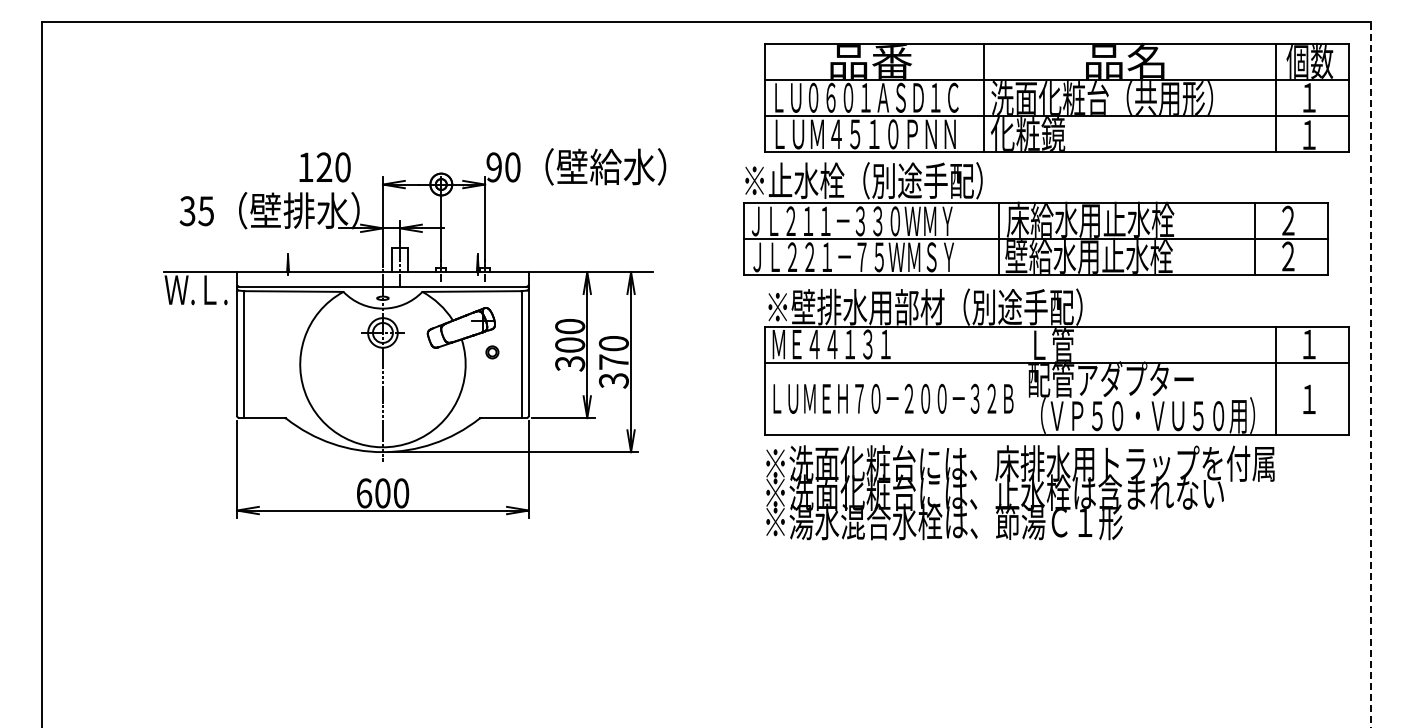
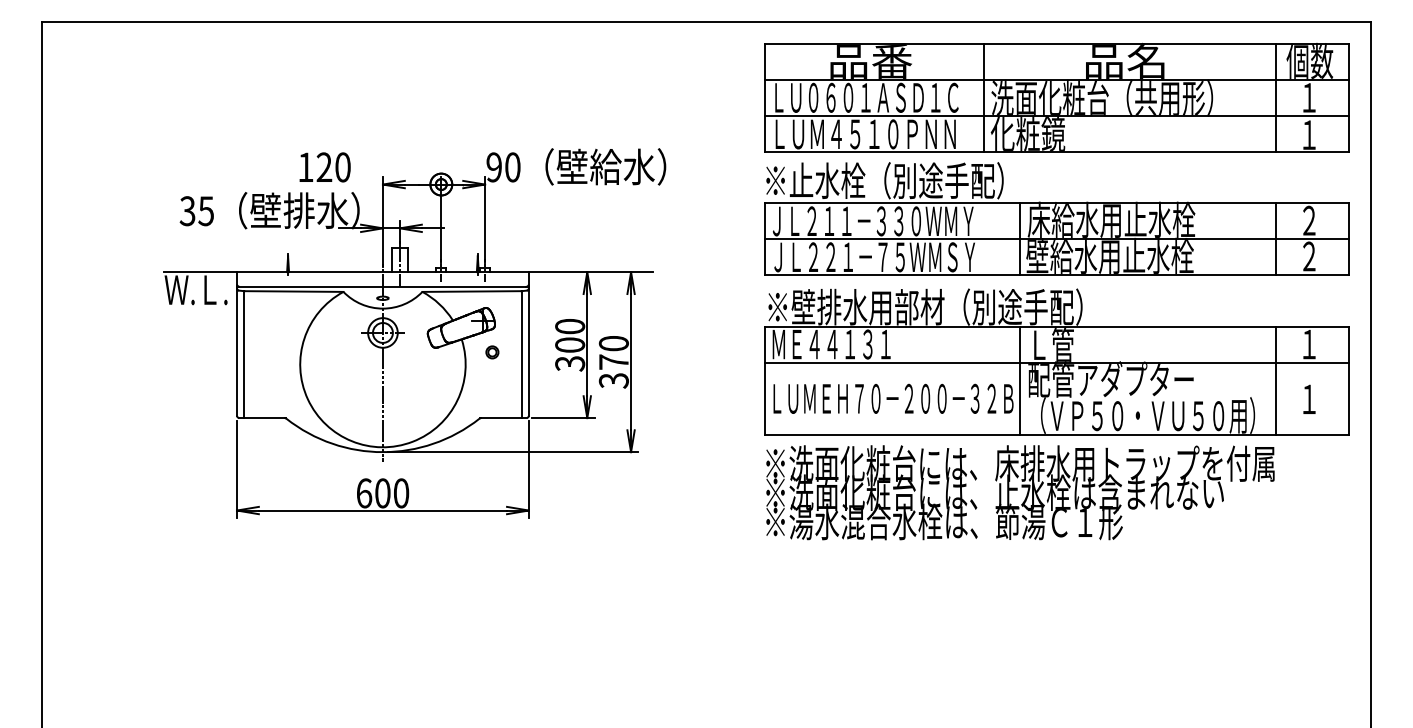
part at (1035, 218) position: (1035, 218) -> (1056, 218)
line at (1370, 374): dashed -> solid
line at (1020, 380): none -> present
